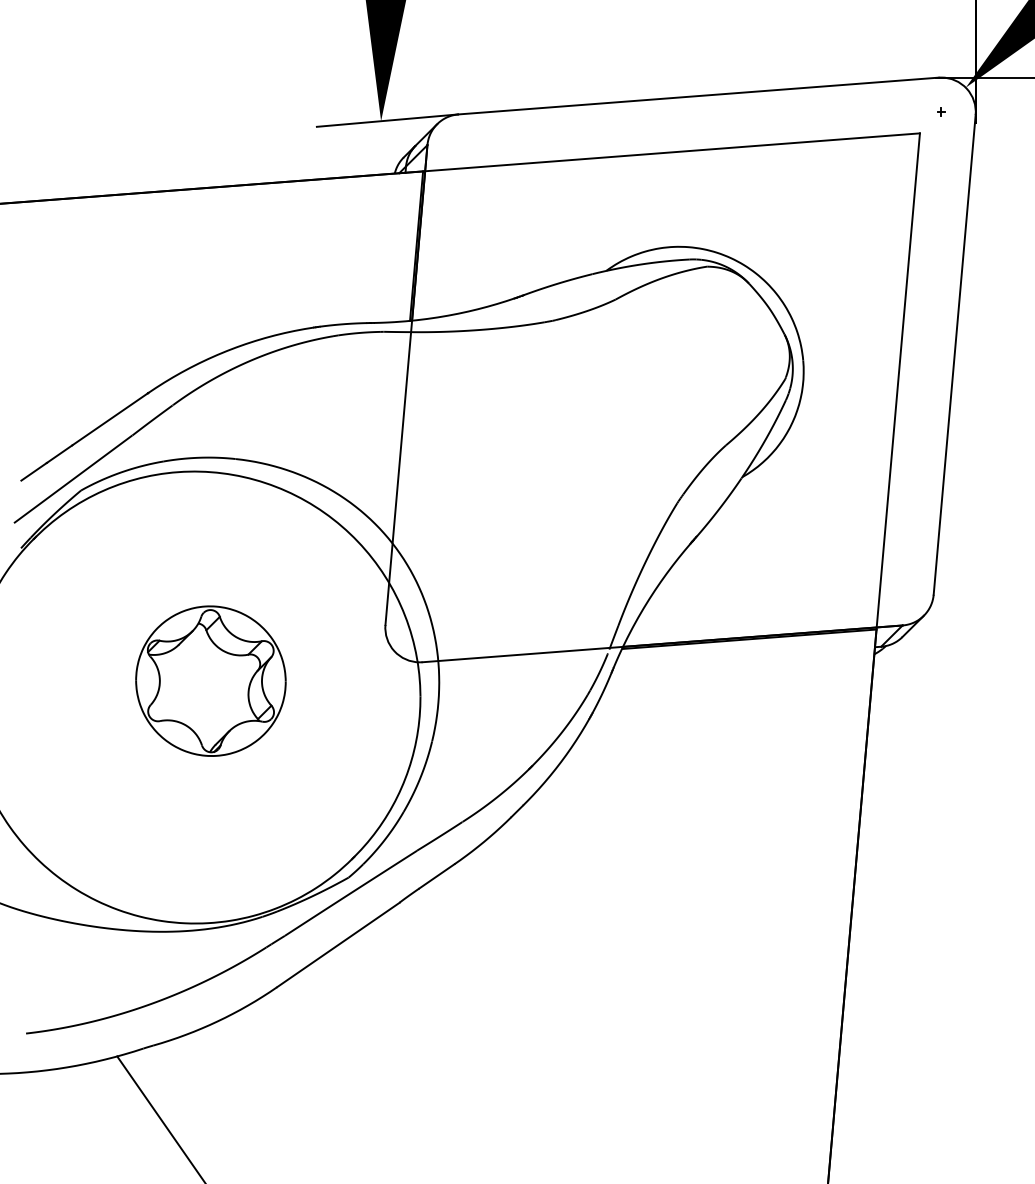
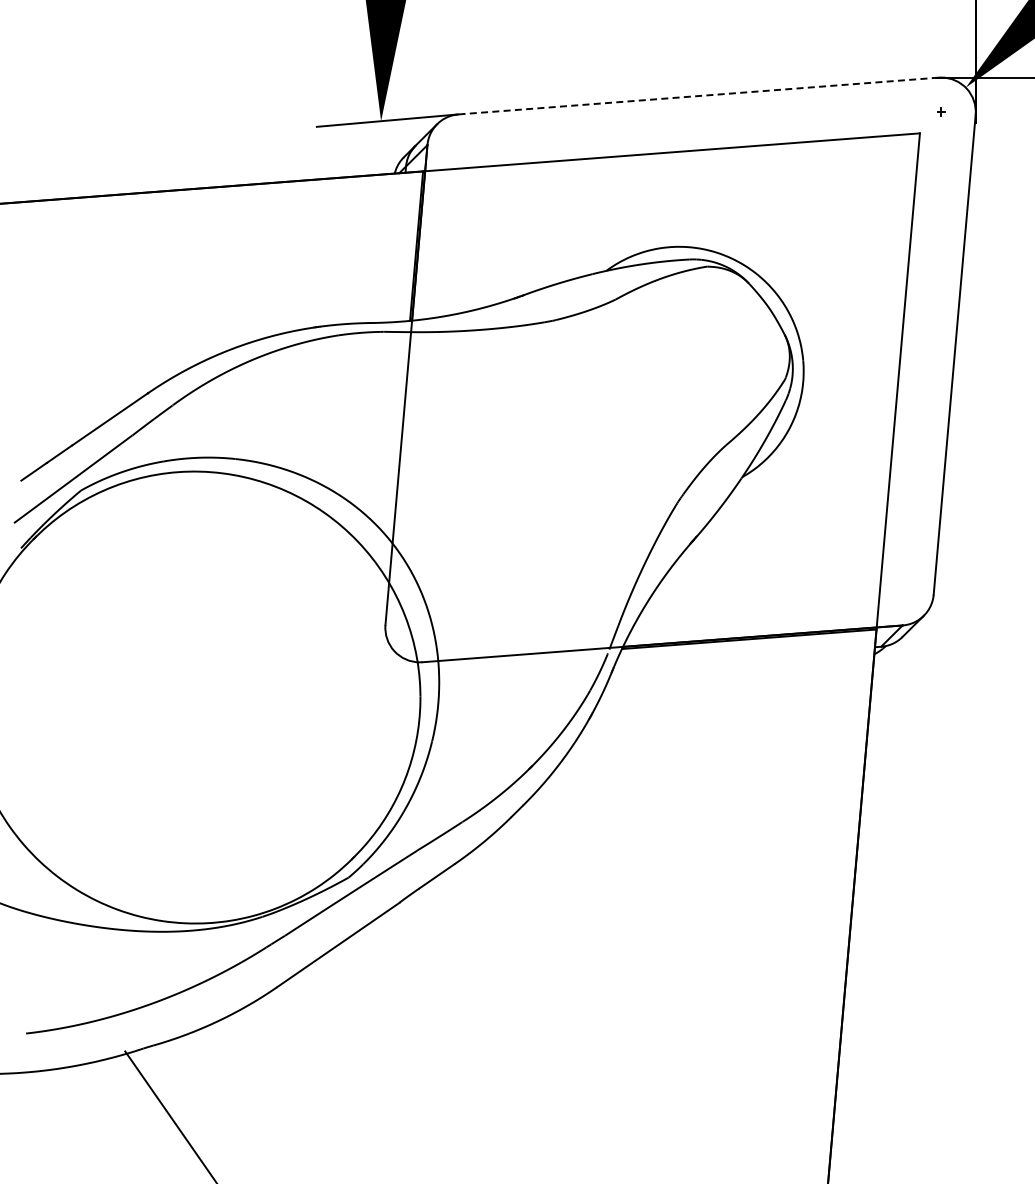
line at (698, 96): solid -> dashed
part at (210, 680): present -> none
line at (160, 1118) position: (160, 1118) -> (169, 1115)
